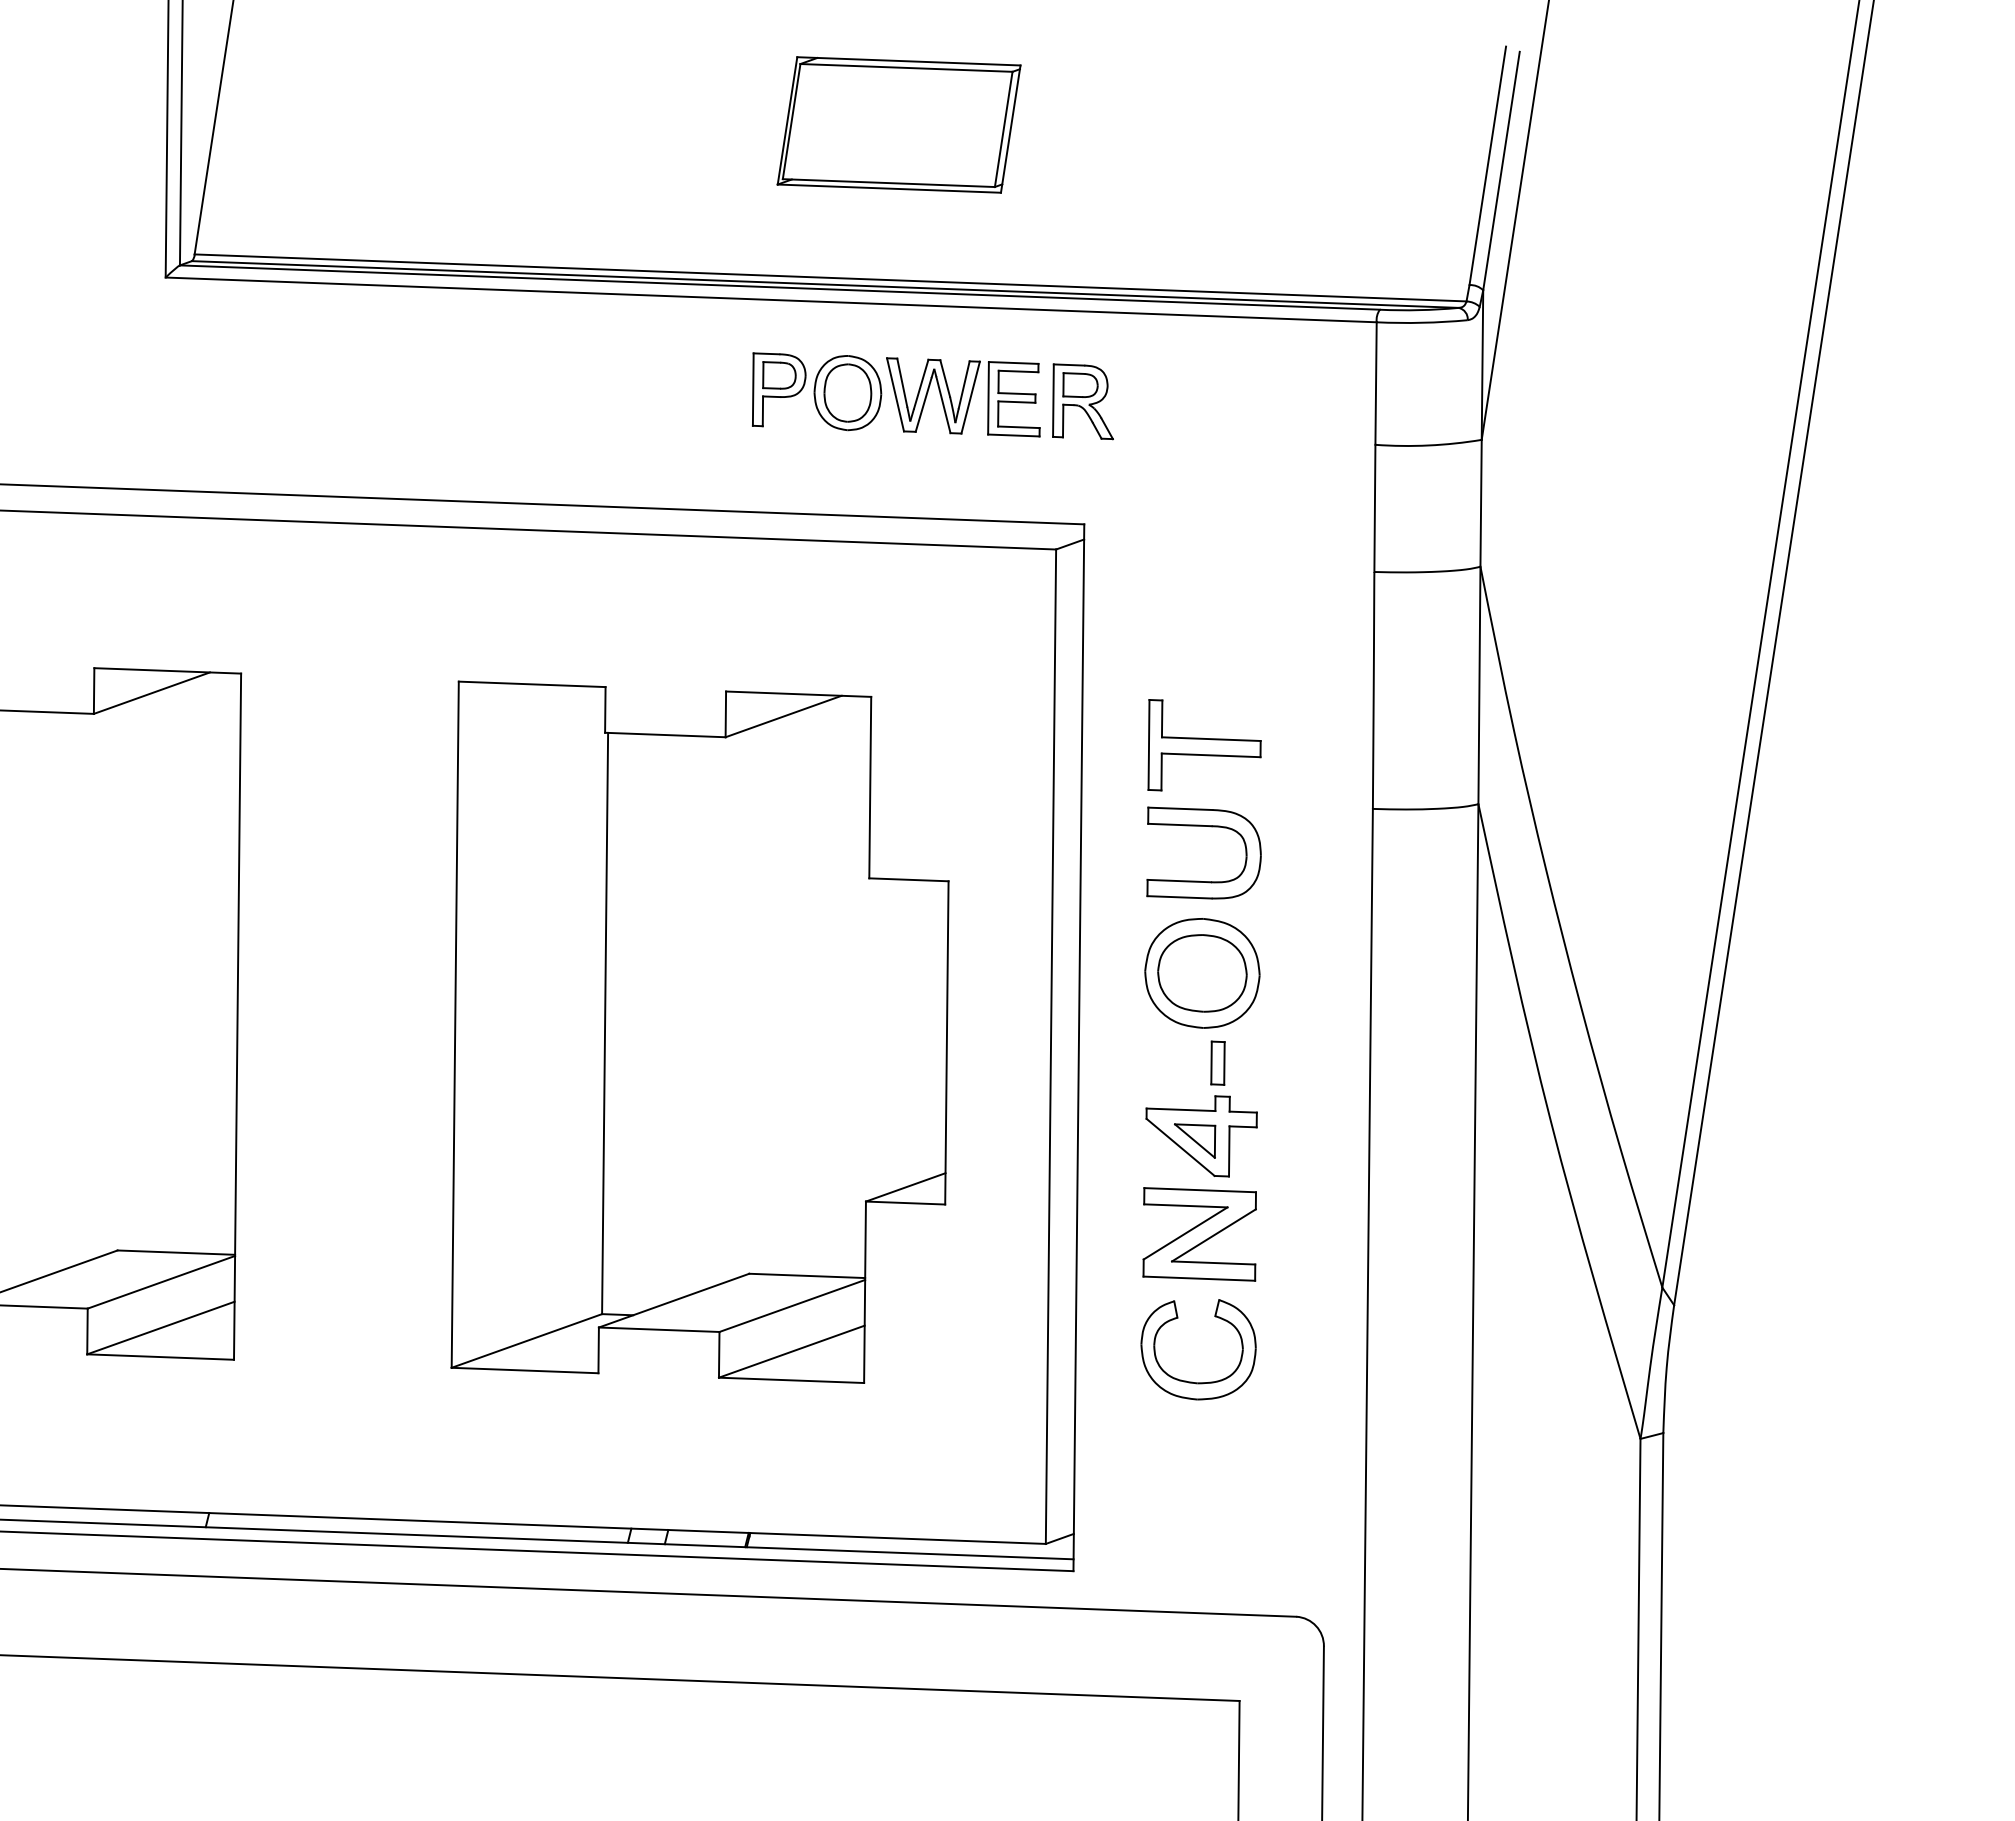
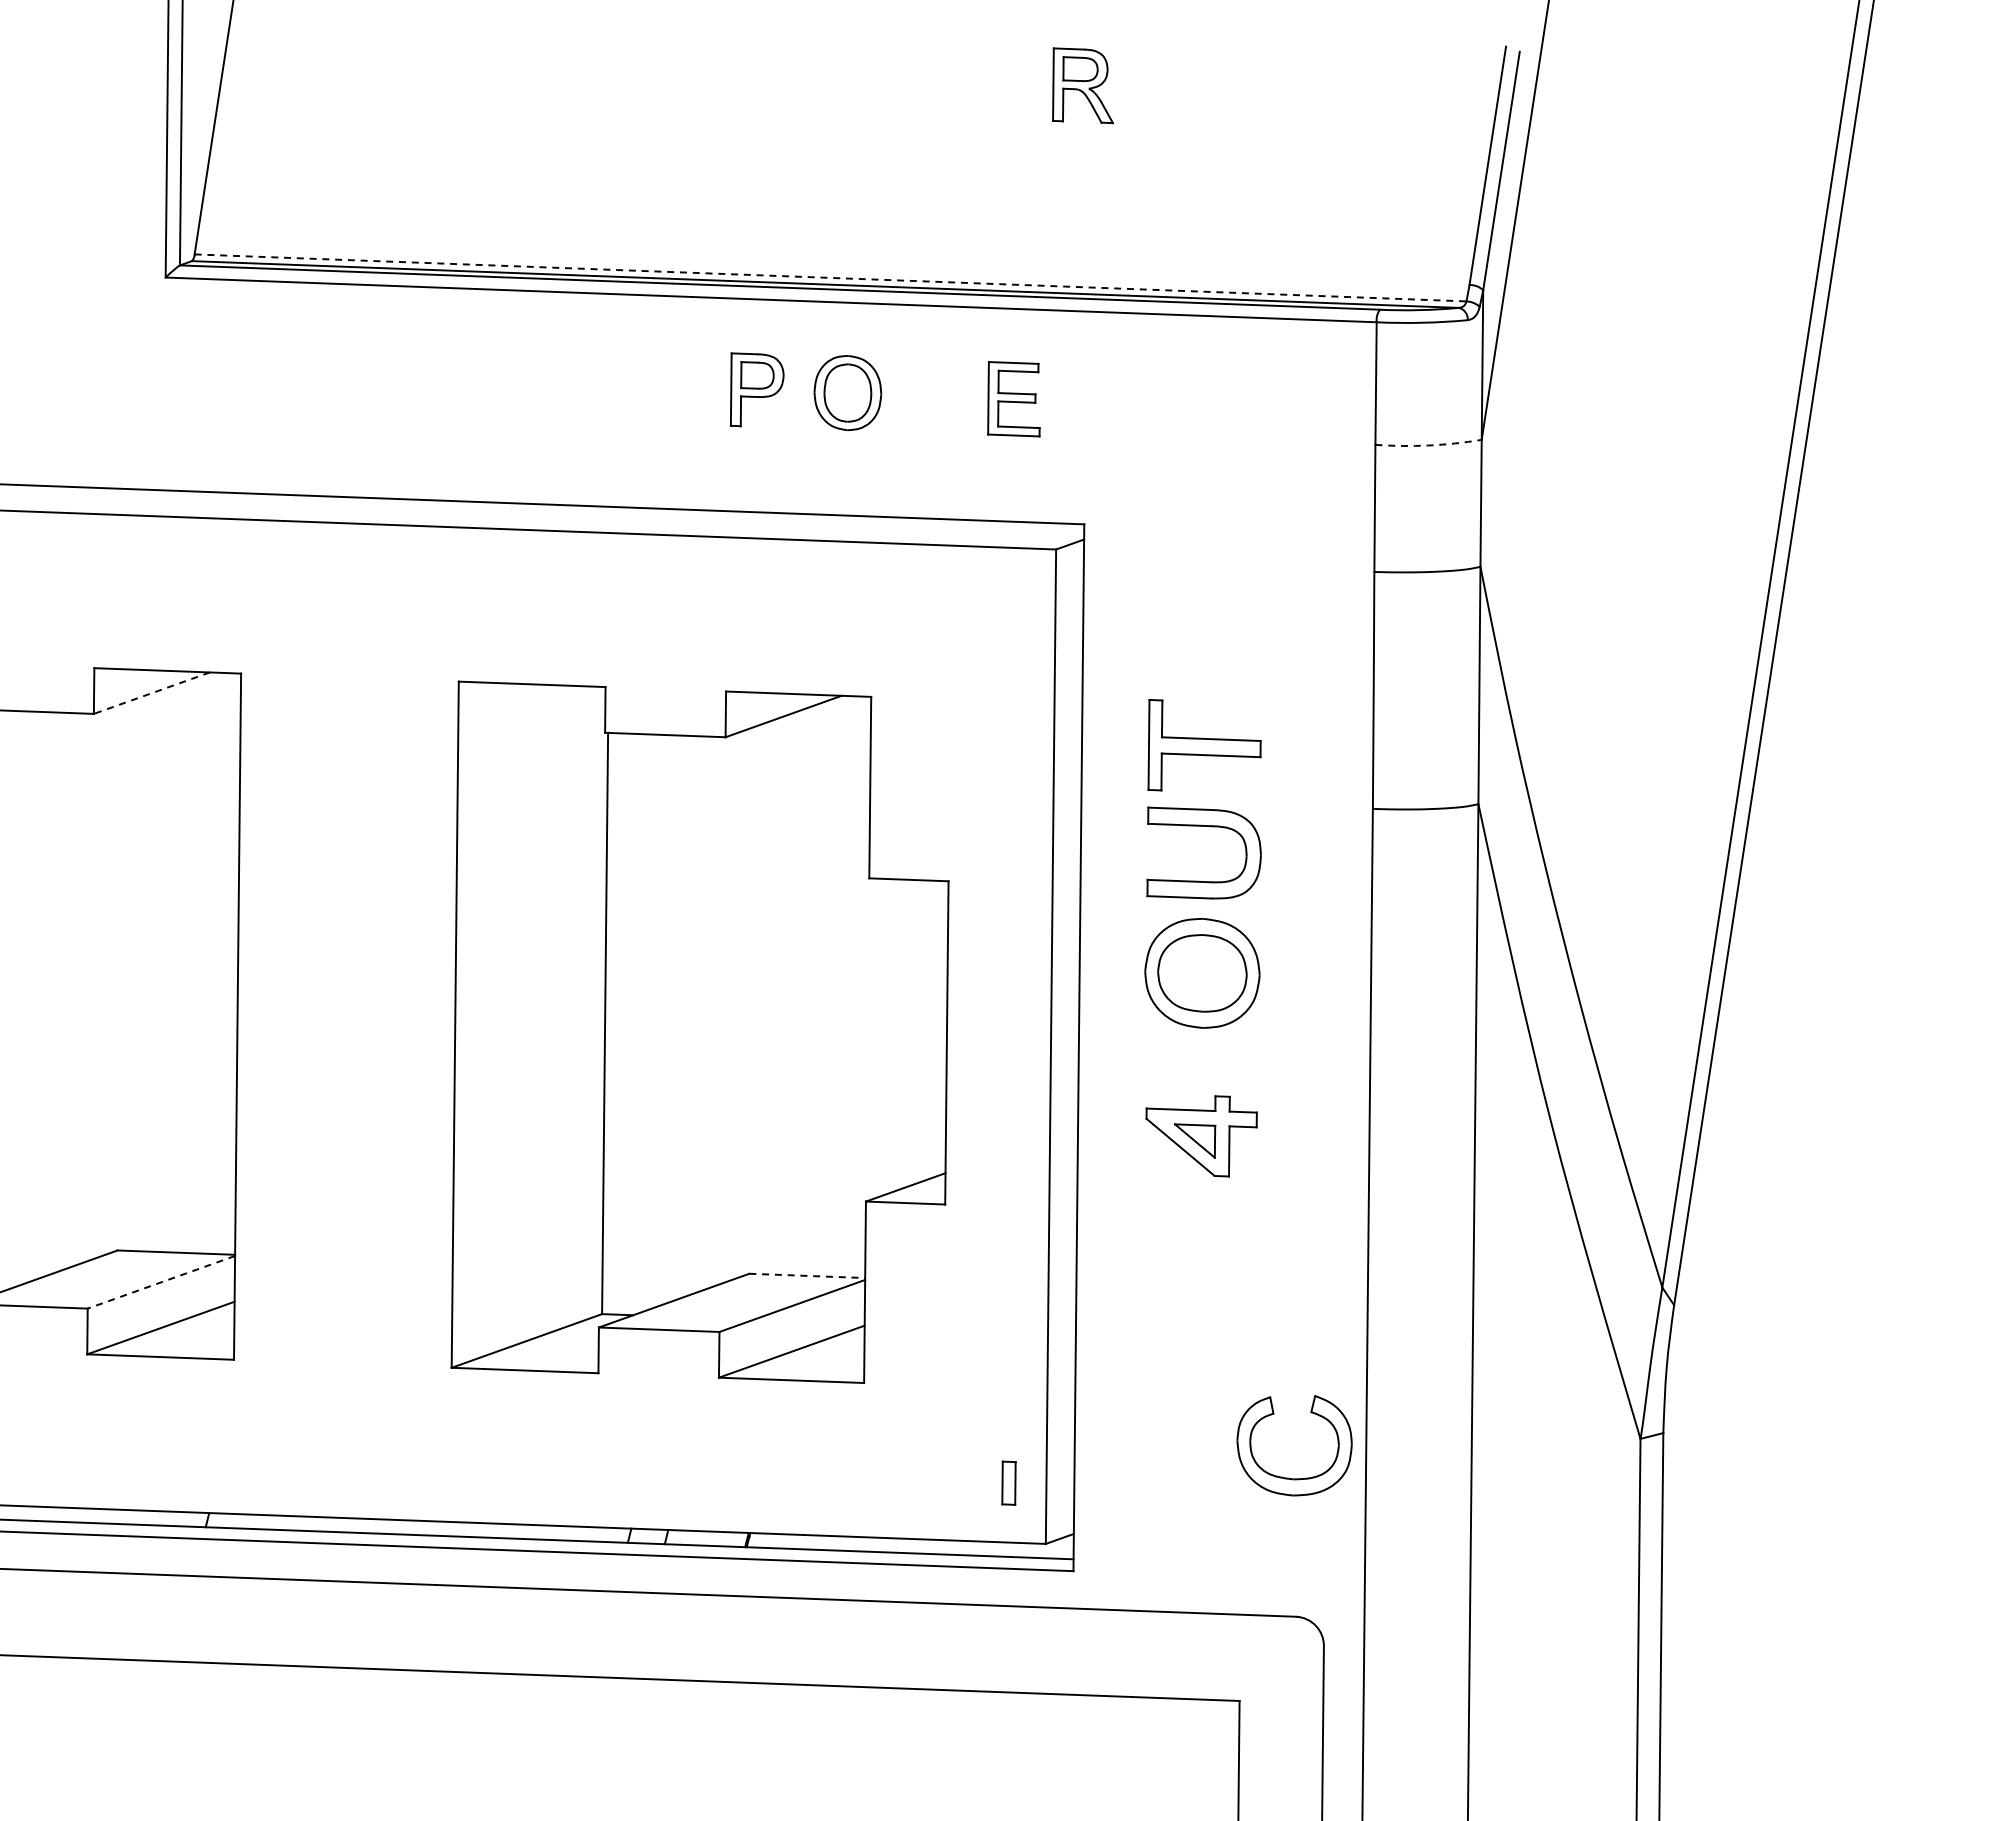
part at (898, 124): present -> none
line at (831, 277): solid -> dashed
part at (779, 389) position: (779, 389) -> (757, 389)
part at (933, 395): present -> none
part at (1082, 401) position: (1082, 401) -> (1082, 85)
arc at (1428, 445): solid -> dashed
line at (151, 693): solid -> dashed
part at (1217, 1062) position: (1217, 1062) -> (1008, 1482)
part at (1199, 1234): present -> none
line at (807, 1275): solid -> dashed
line at (160, 1282): solid -> dashed
part at (1192, 1381) position: (1192, 1381) -> (1288, 1477)
